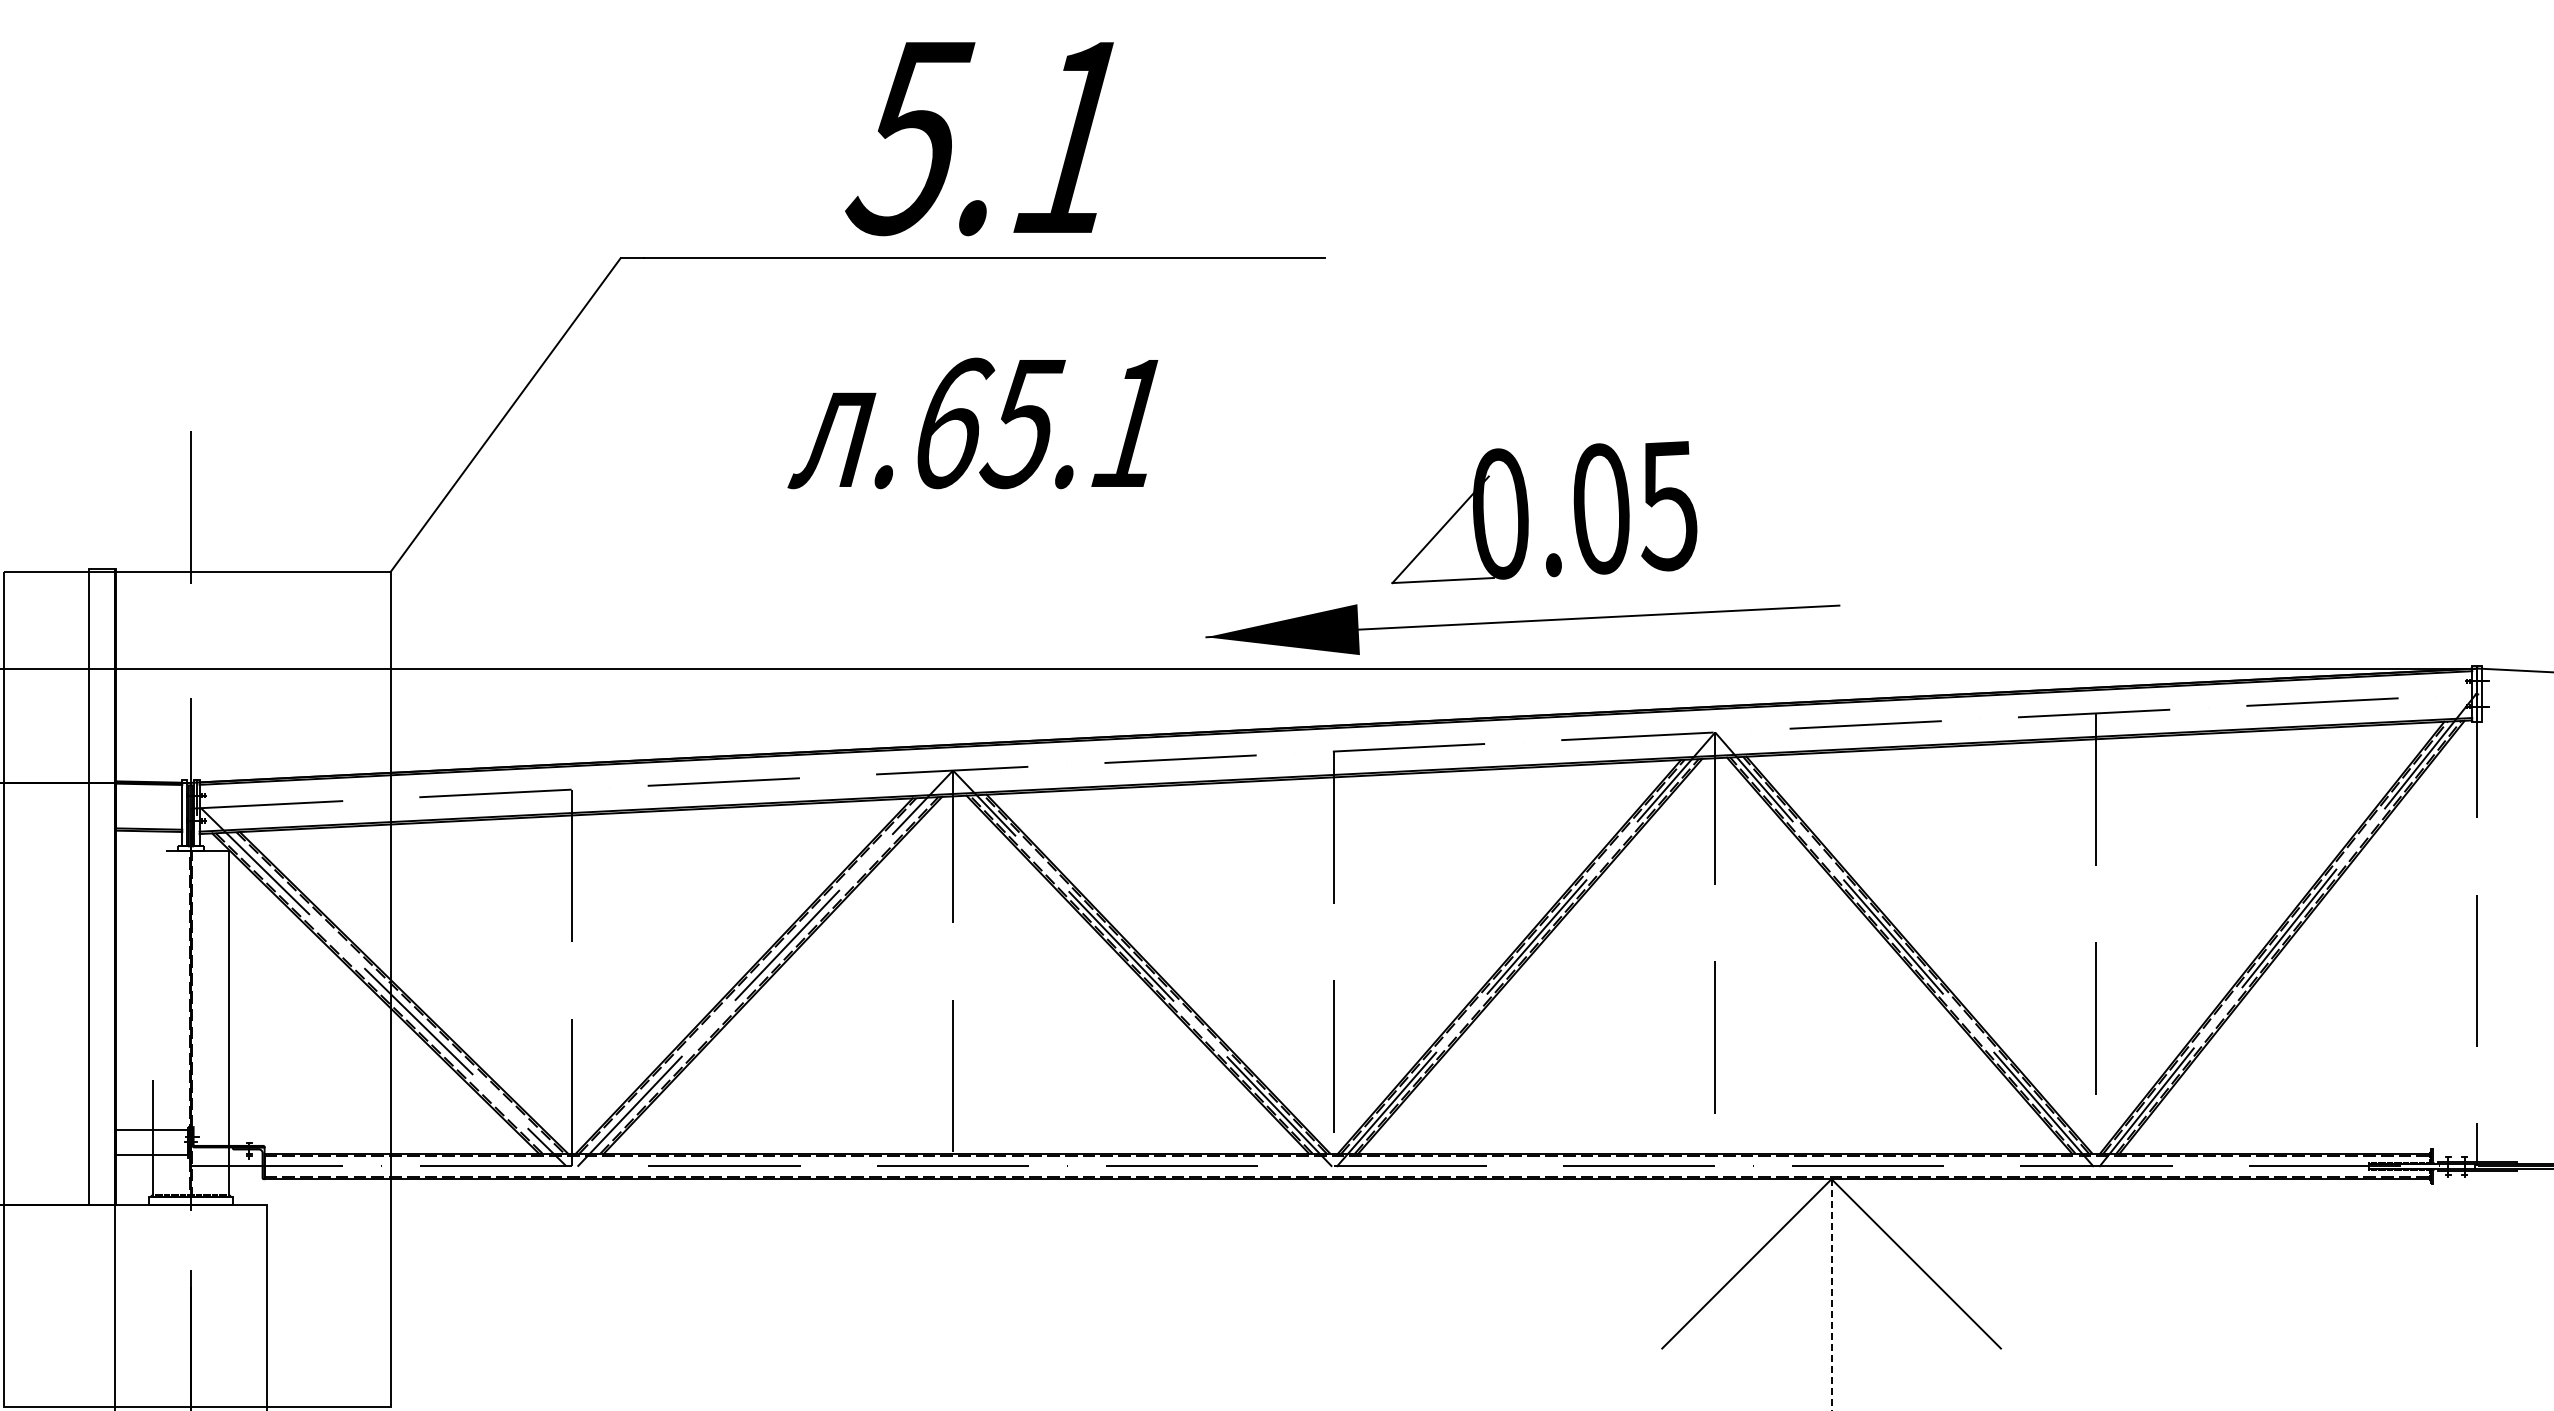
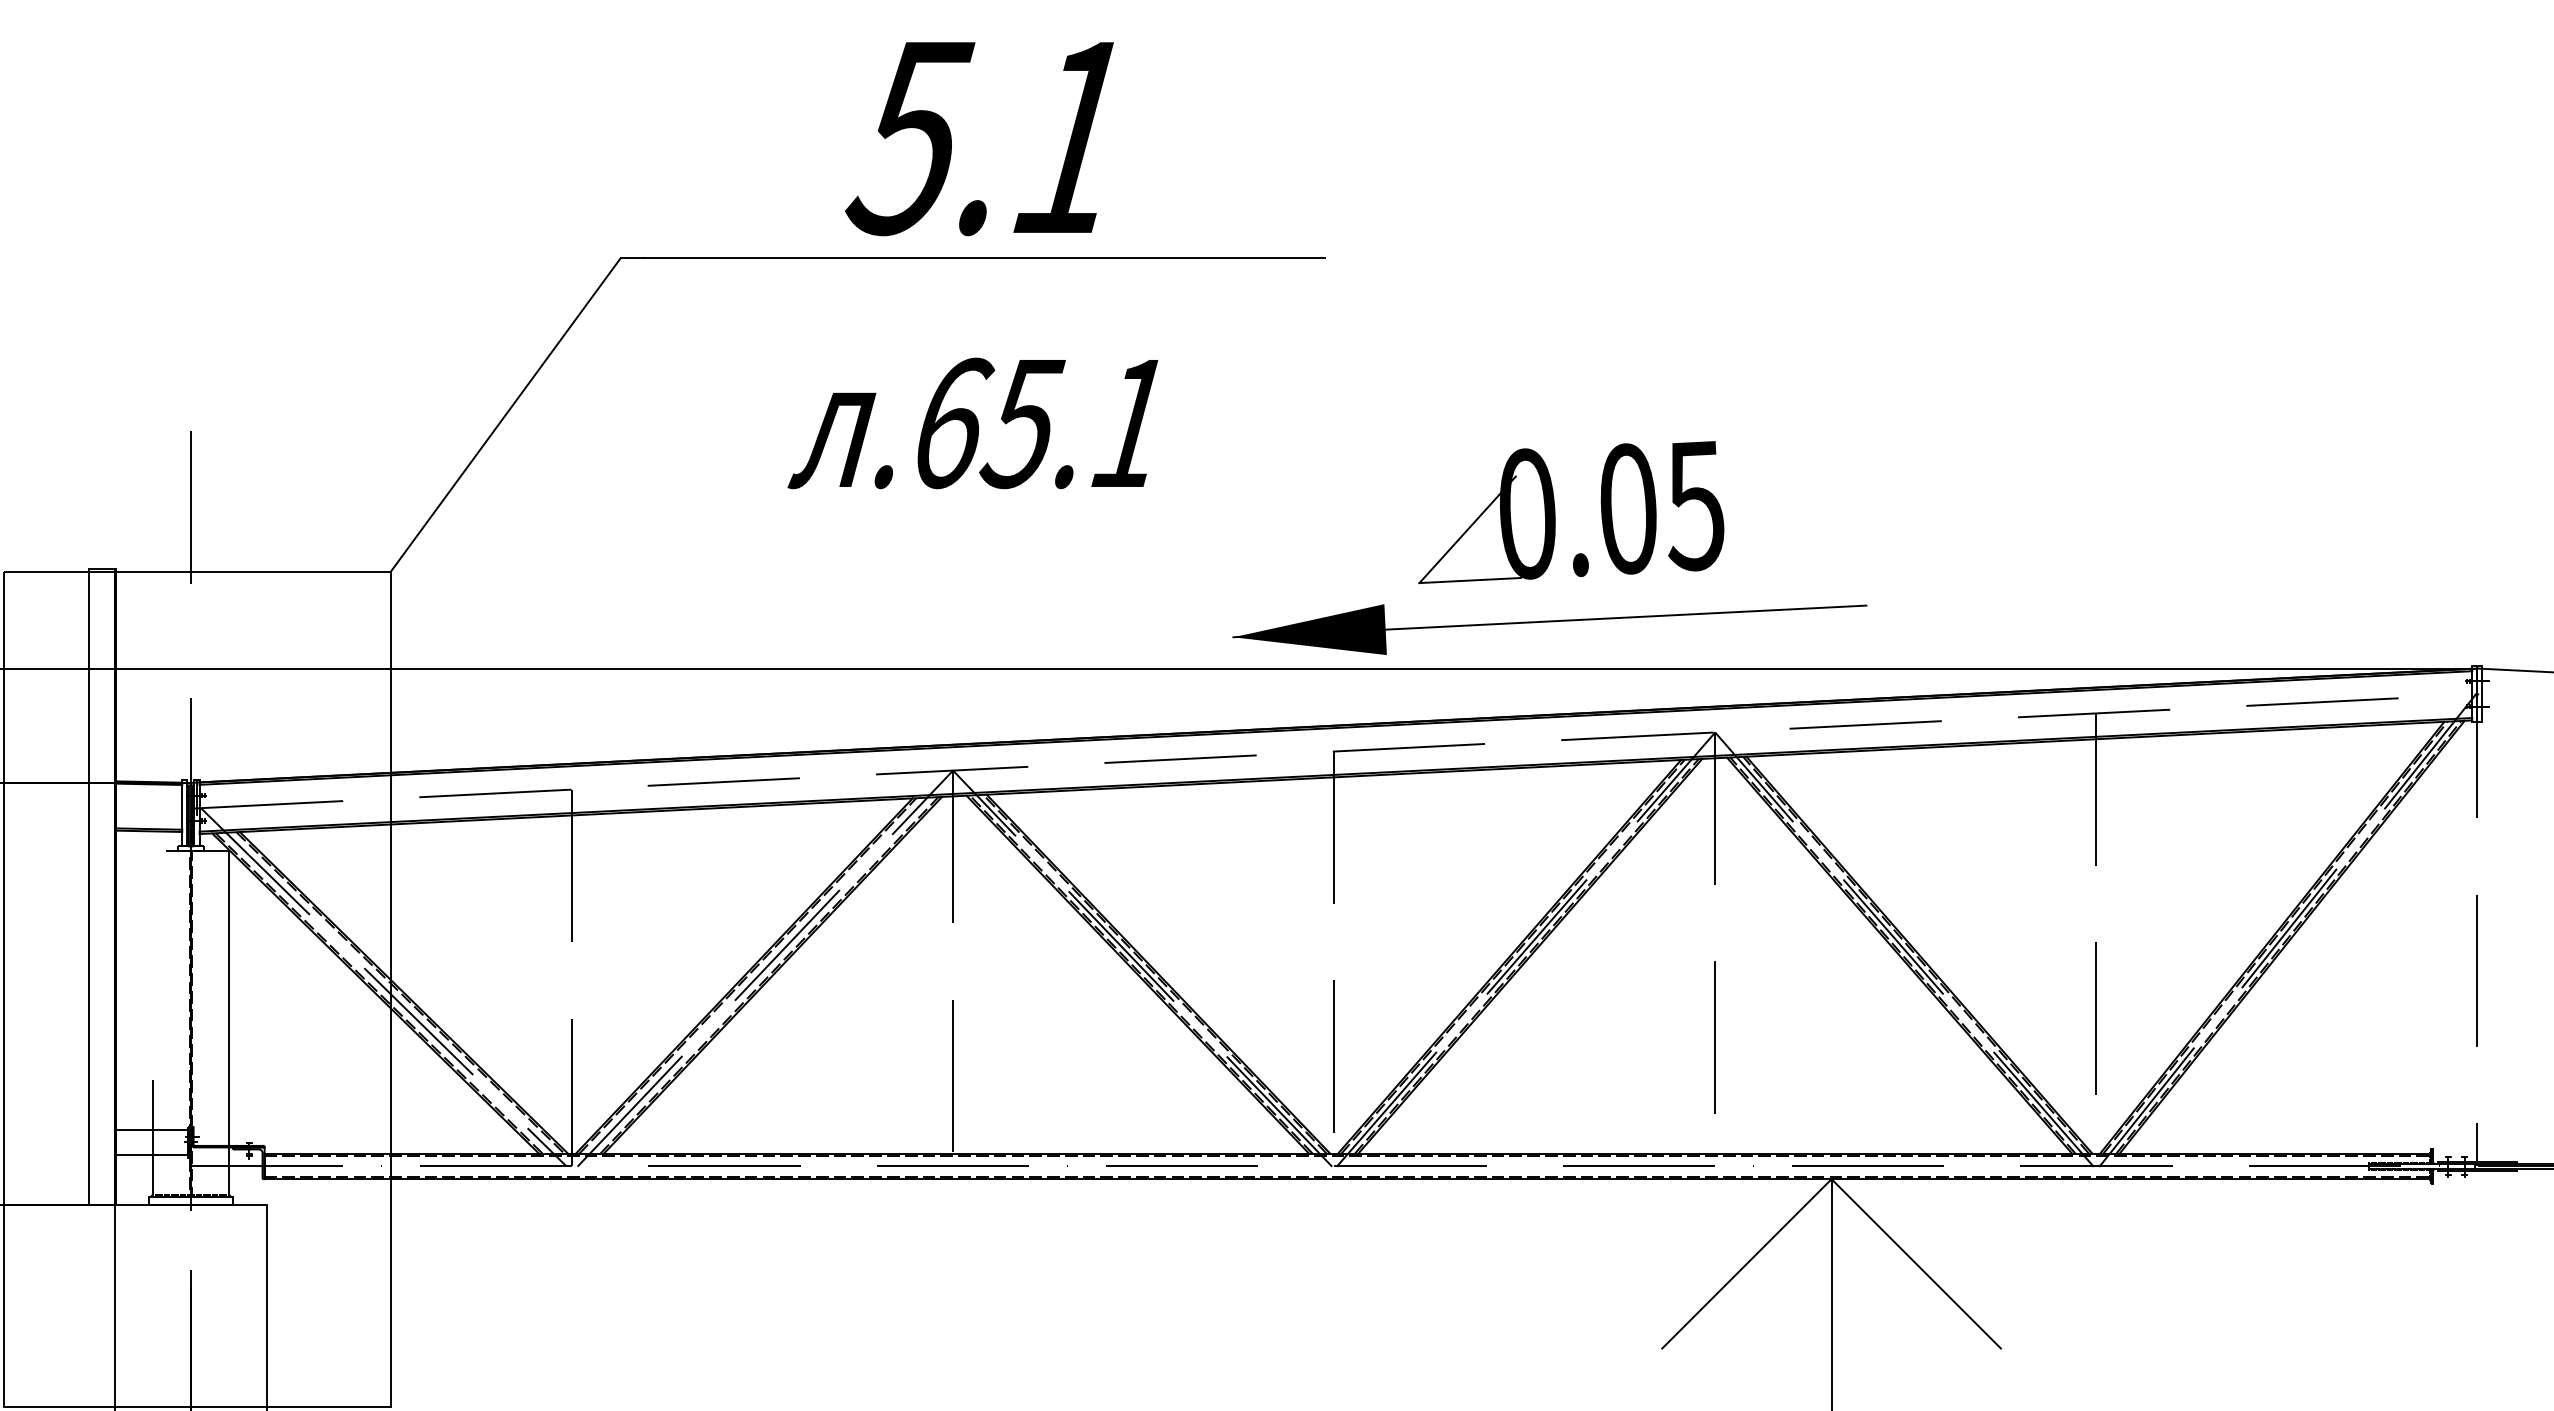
part at (1522, 547) position: (1522, 547) -> (1549, 547)
line at (1831, 1294): dashed -> solid
